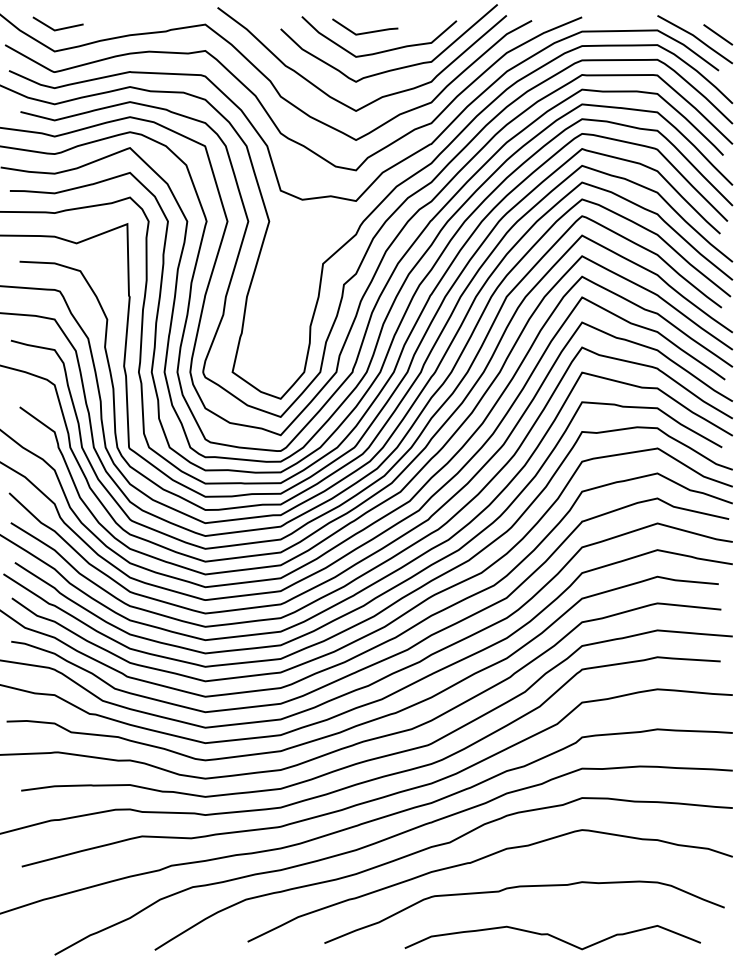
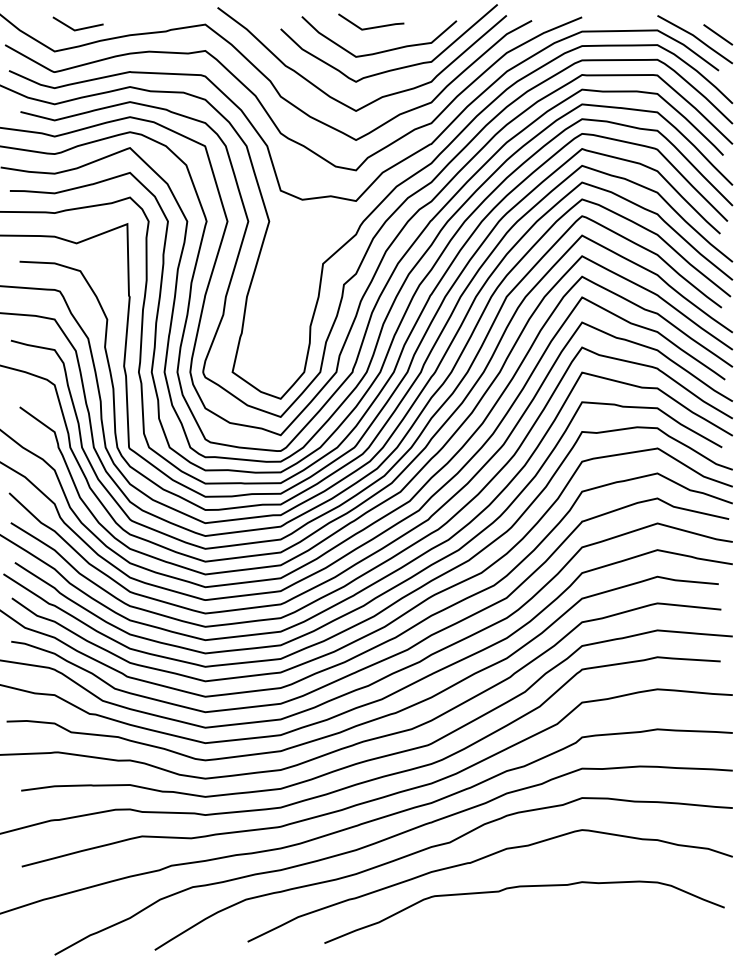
line at (58, 28) position: (58, 28) -> (78, 28)
line at (367, 31) position: (367, 31) -> (373, 26)
curve at (552, 937): present -> none
